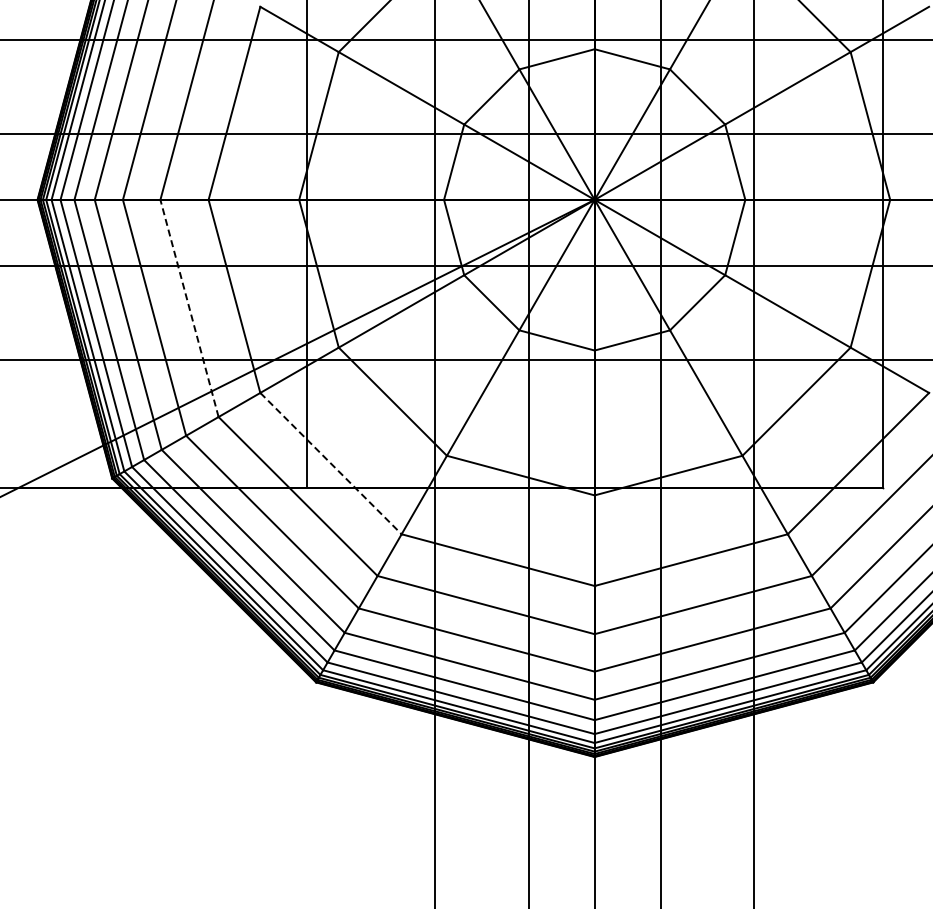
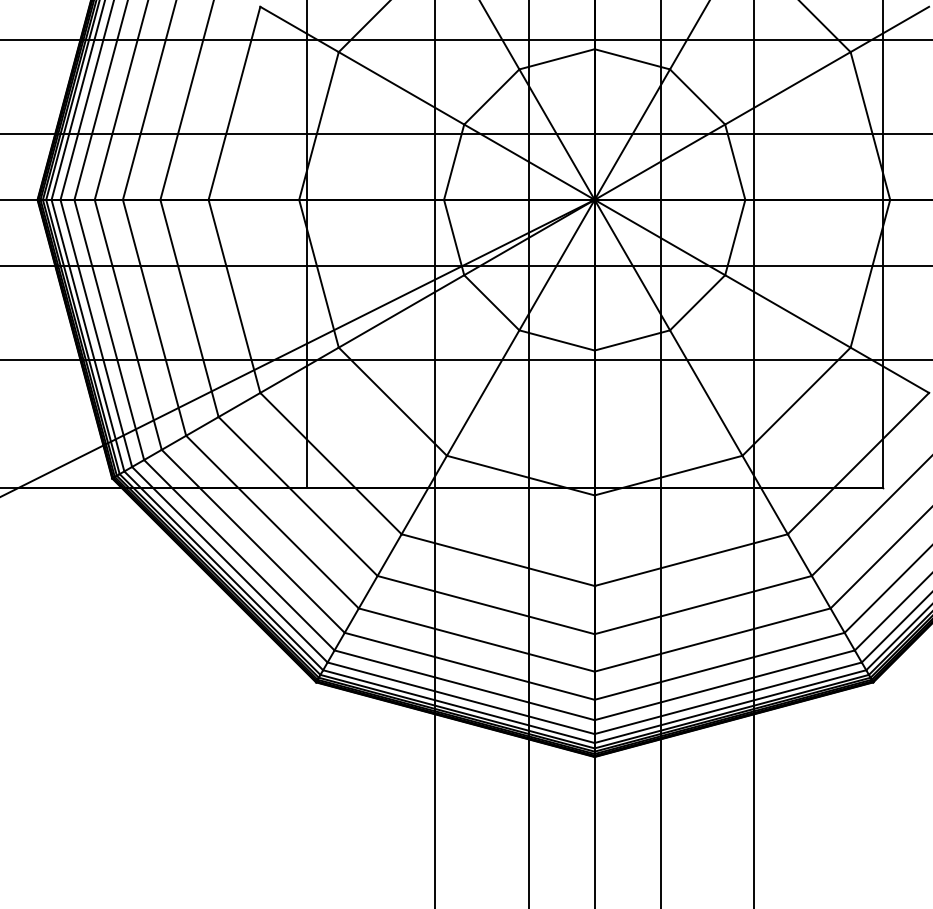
line at (189, 307): dashed -> solid
line at (331, 463): dashed -> solid
